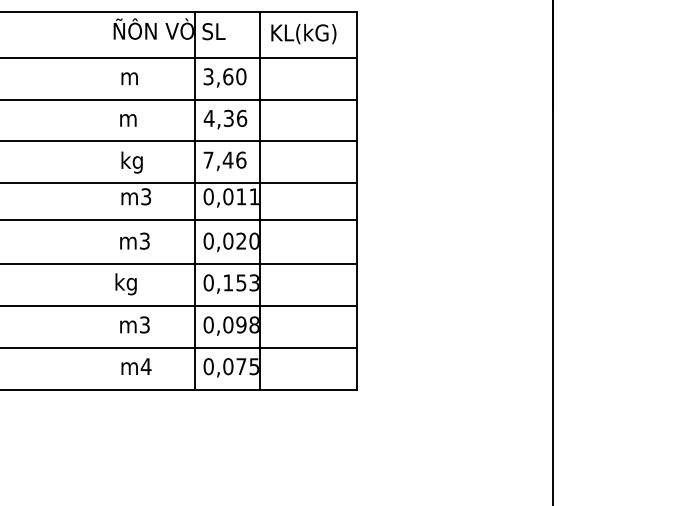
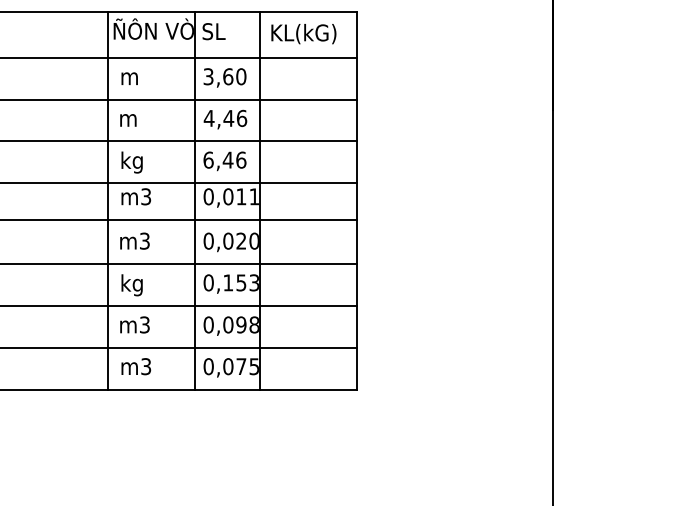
text at (228, 118): 4,36 -> 4,46
text at (208, 159): 7,46 -> 6,46
line at (108, 200): none -> present
text at (125, 284) position: (125, 284) -> (131, 285)
text at (145, 366): m4 -> m3
